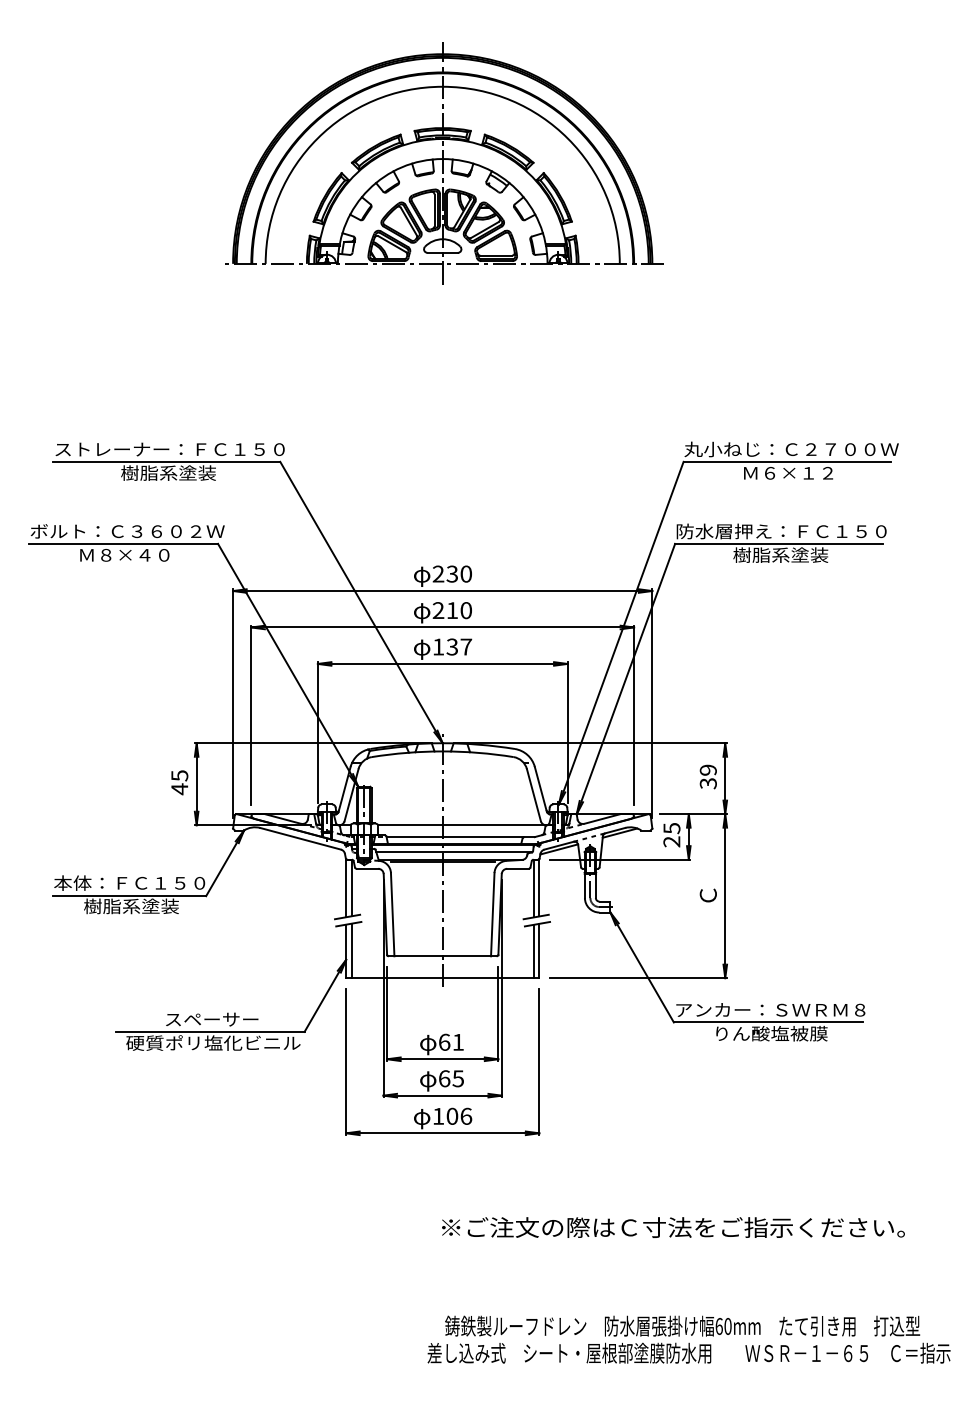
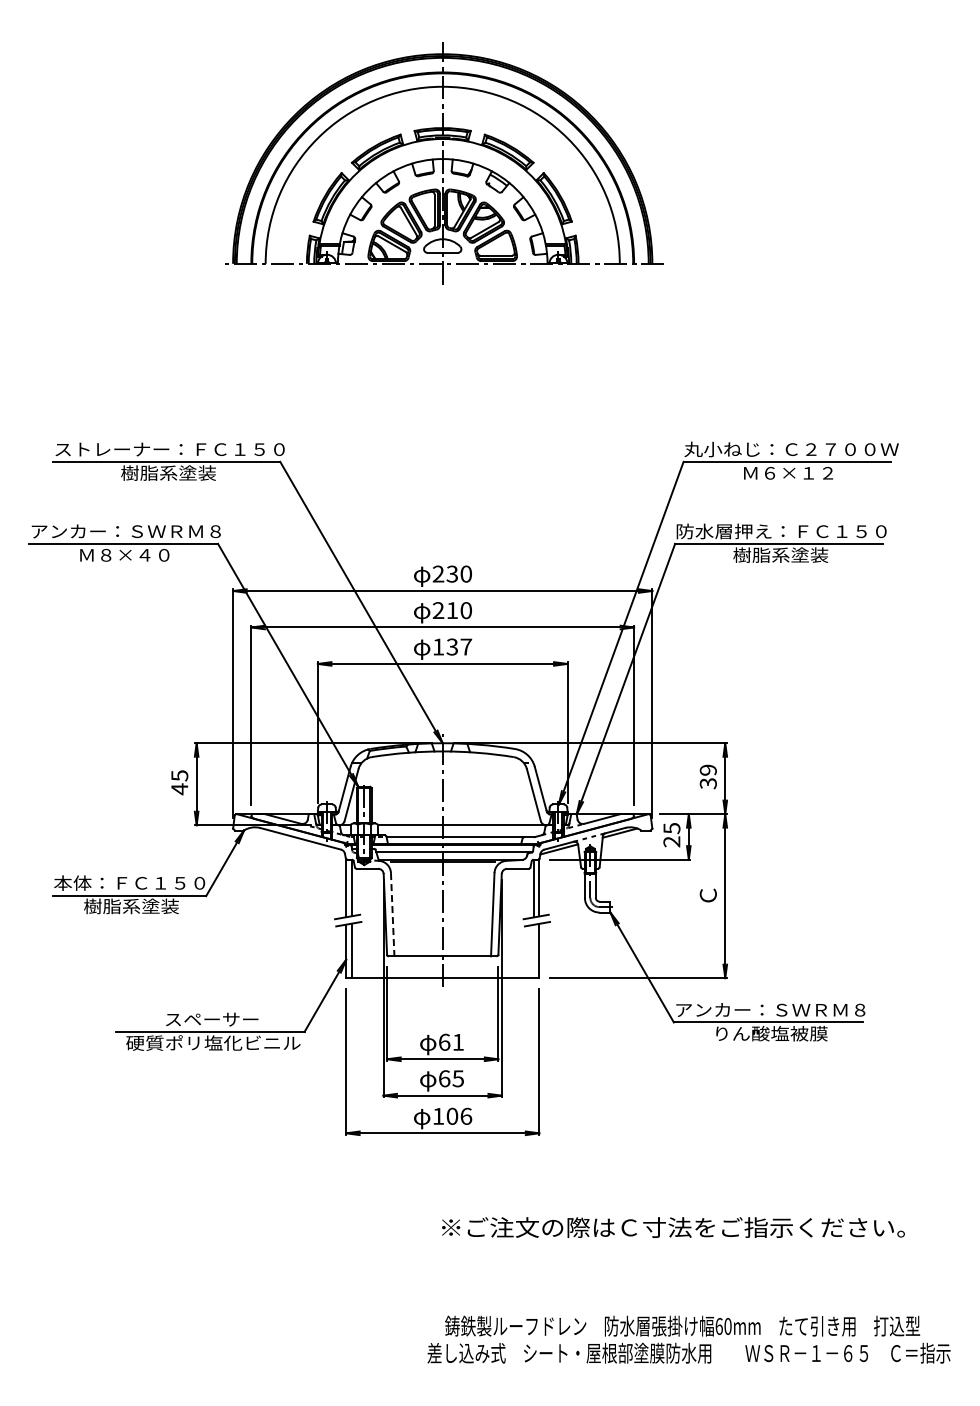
text at (127, 531): ボルト：Ｃ３６０２Ｗ -> アンカー：ＳＷＲＭ８
line at (392, 914): solid -> dashed
line at (533, 951): present -> none
